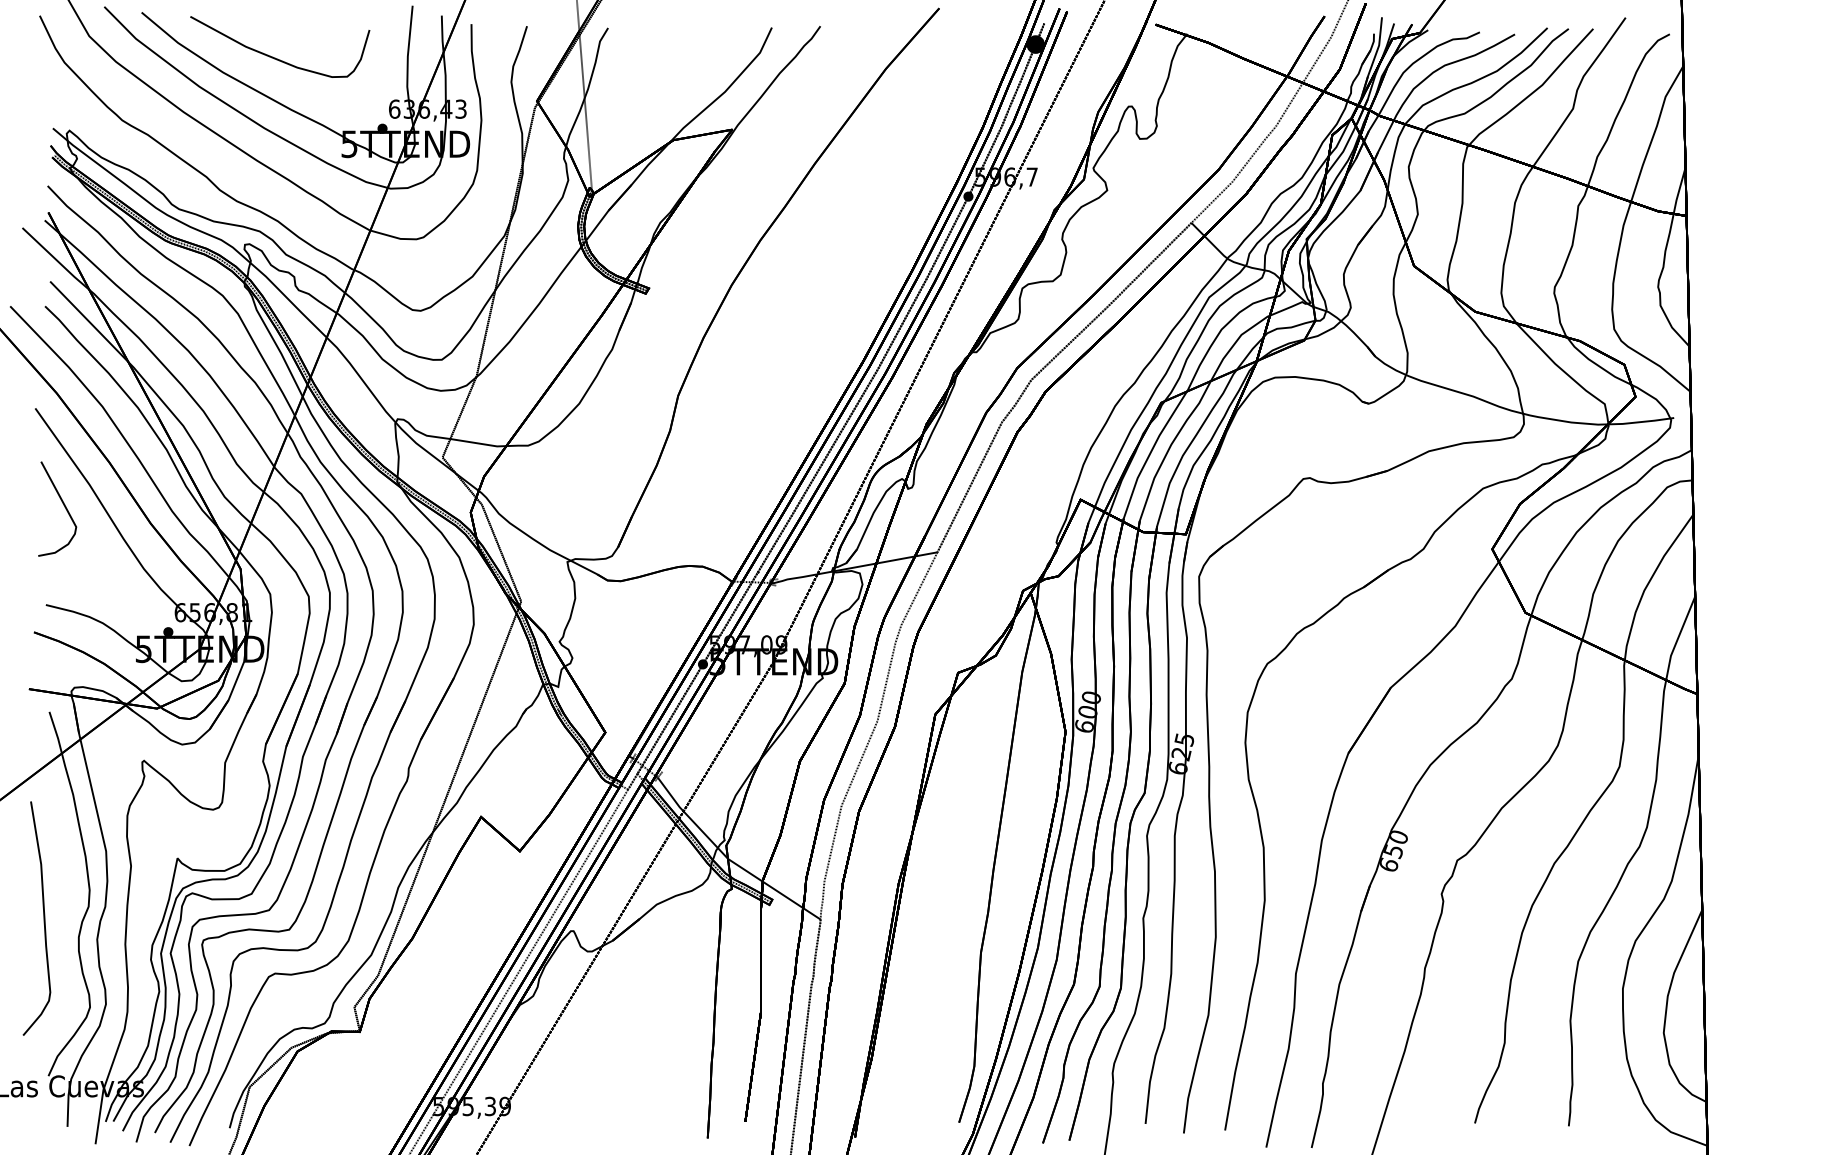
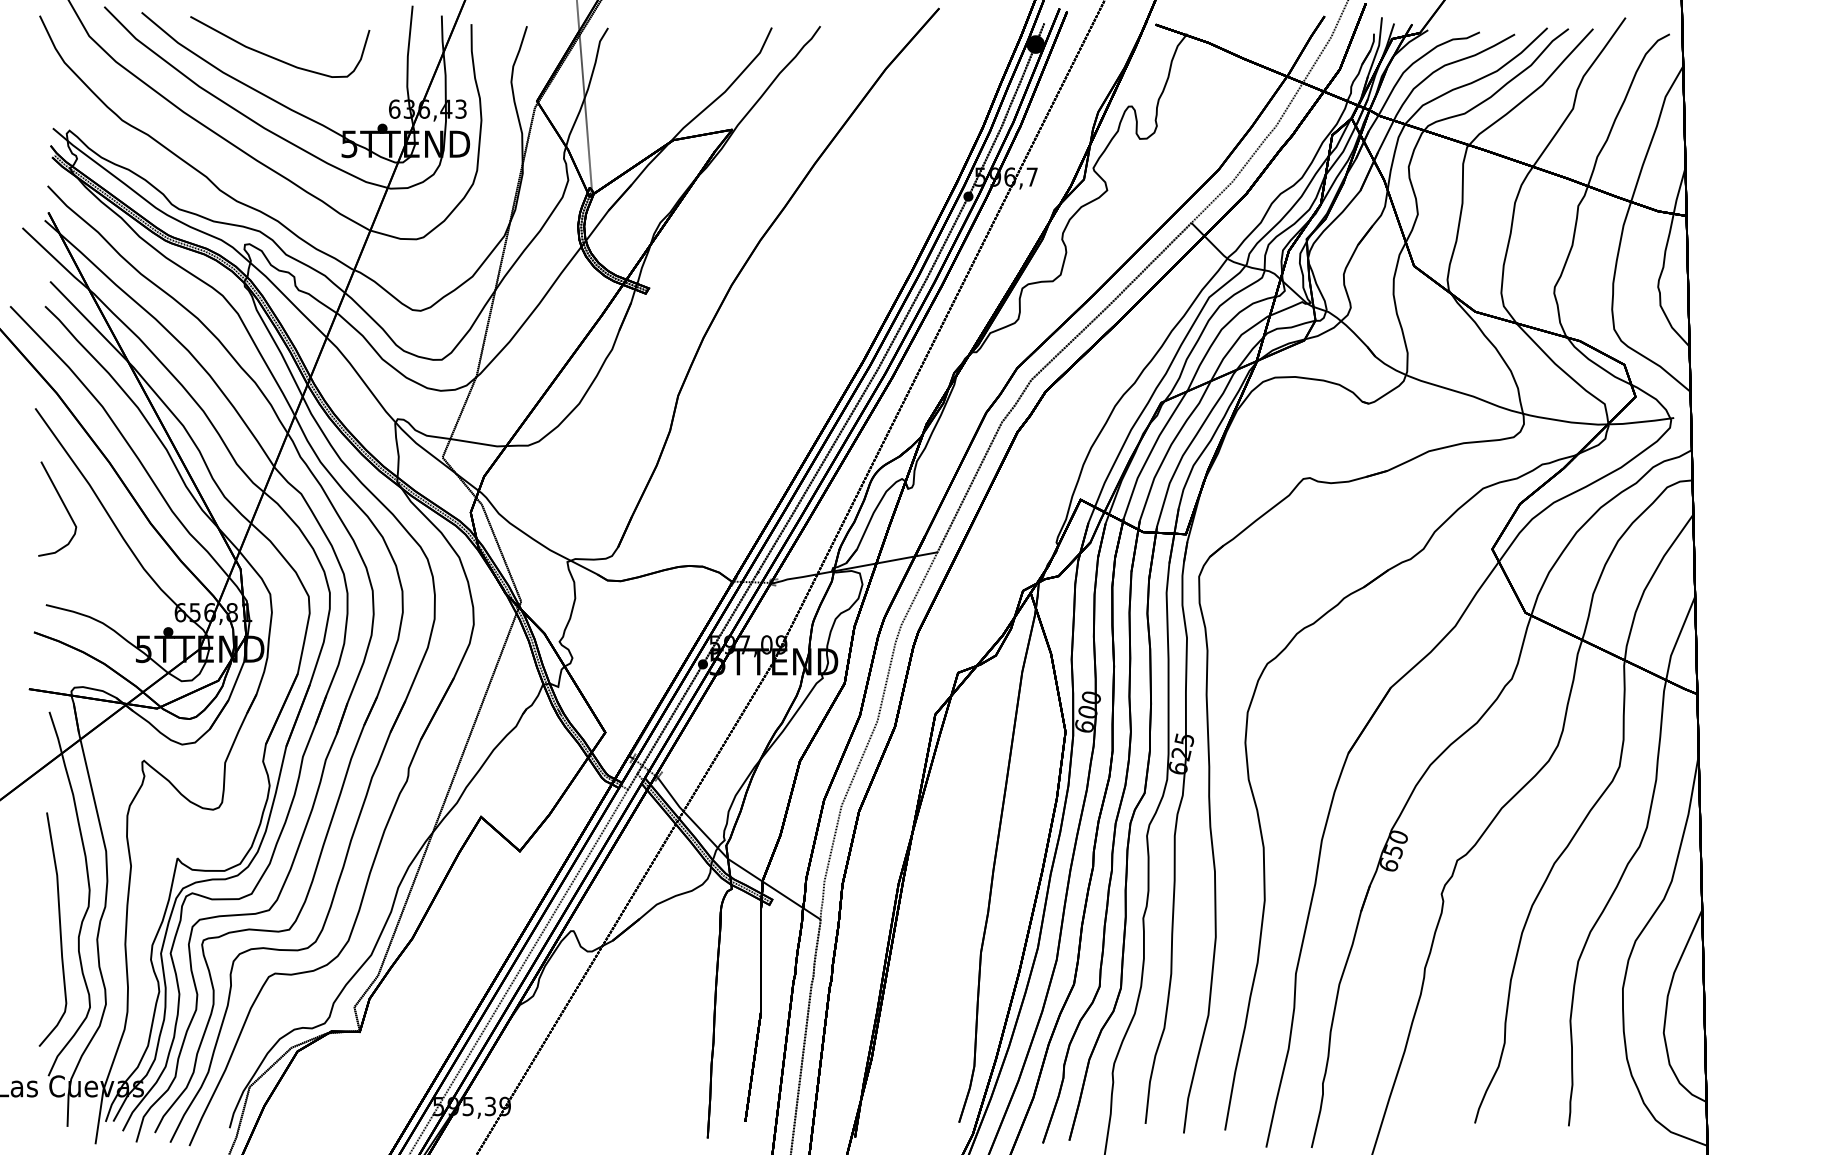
part at (43, 918) position: (43, 918) -> (59, 929)
